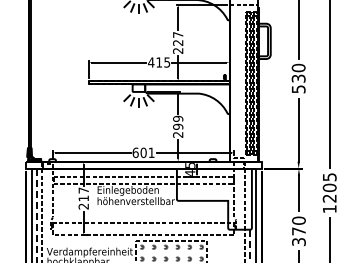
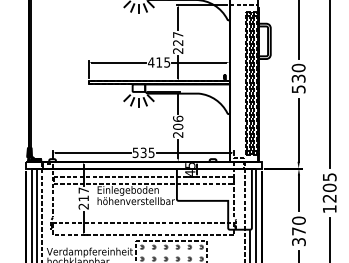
text at (178, 122): 299 -> 206
text at (143, 152): 601 -> 535
line at (37, 233): dashed -> solid
